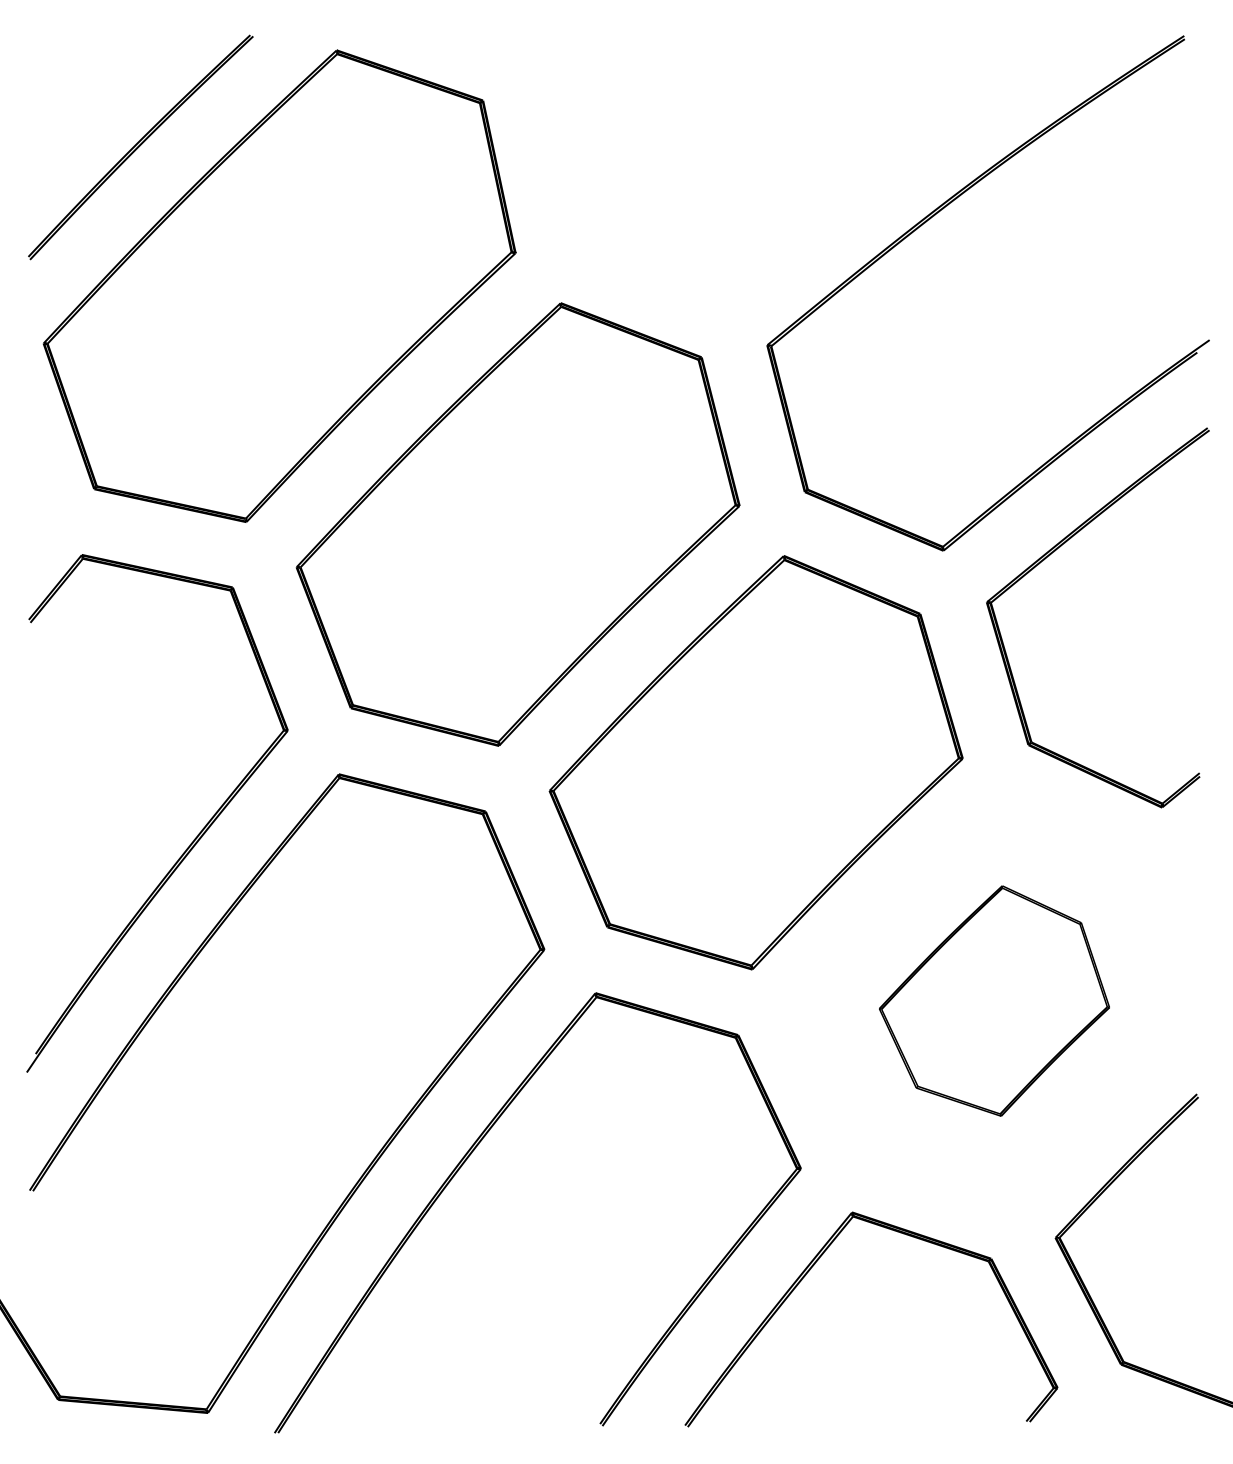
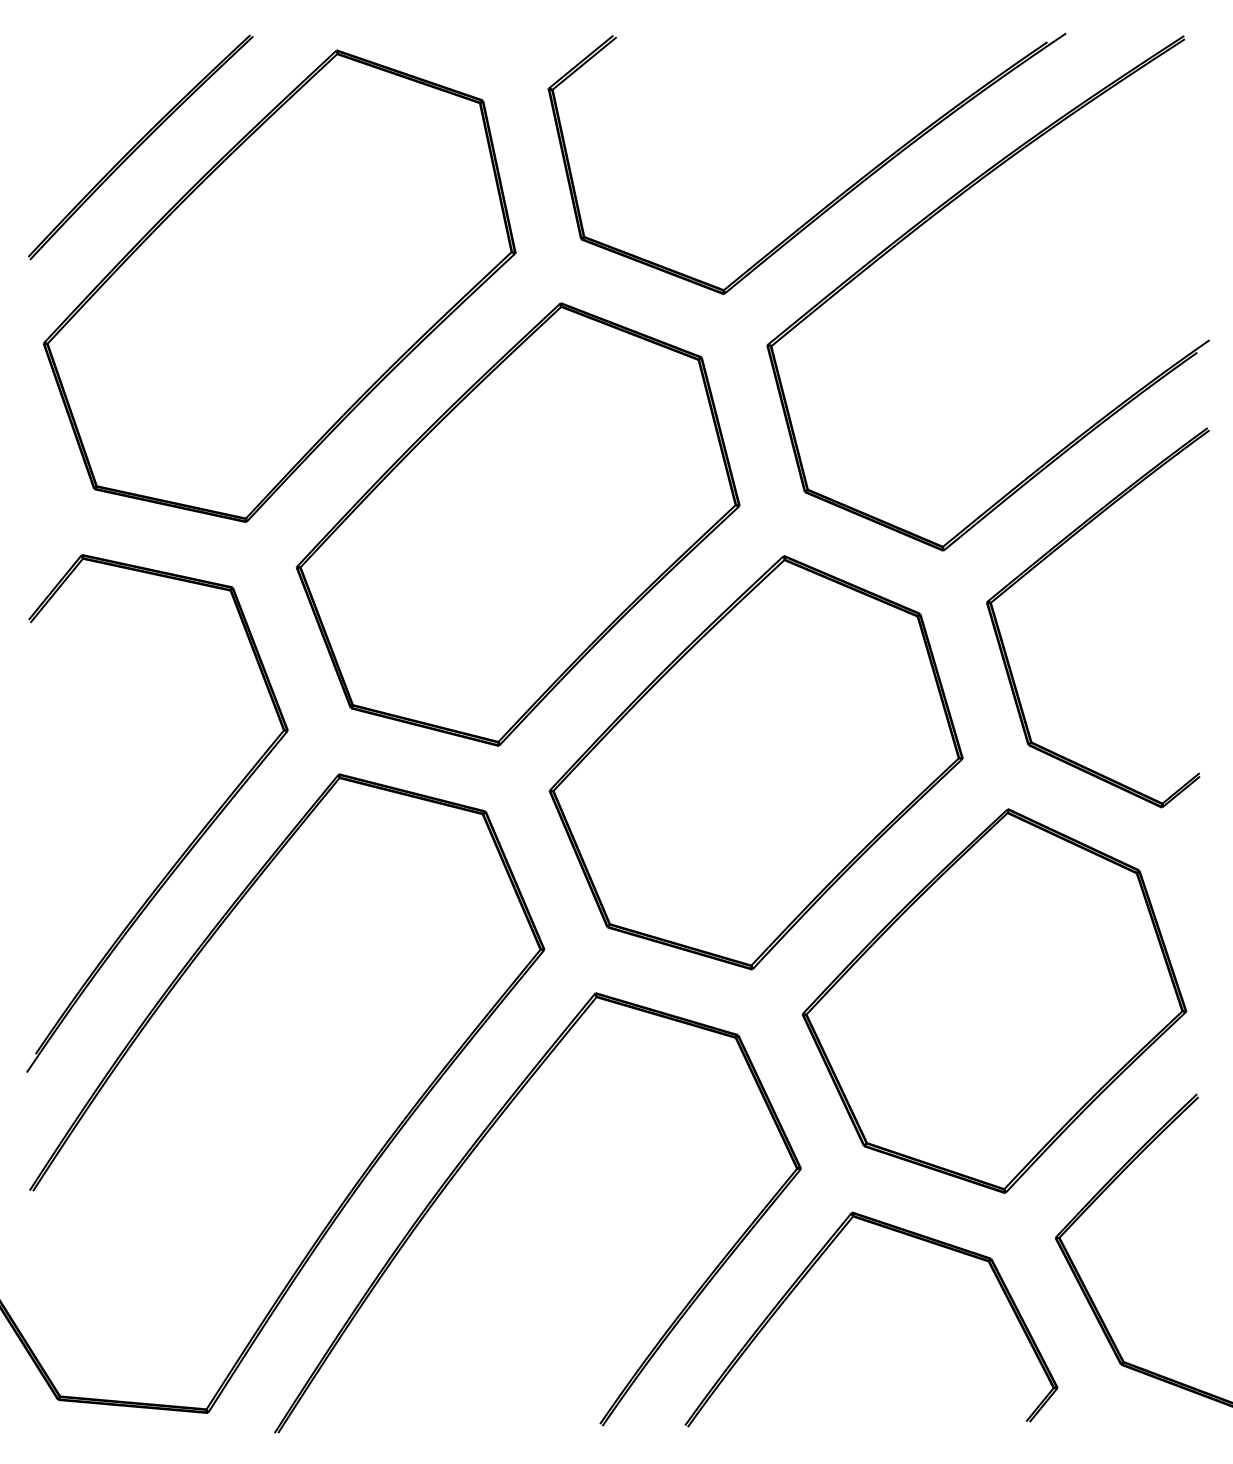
part at (833, 199): none -> present
part at (994, 1000) size: 231x232 px -> 387x386 px
